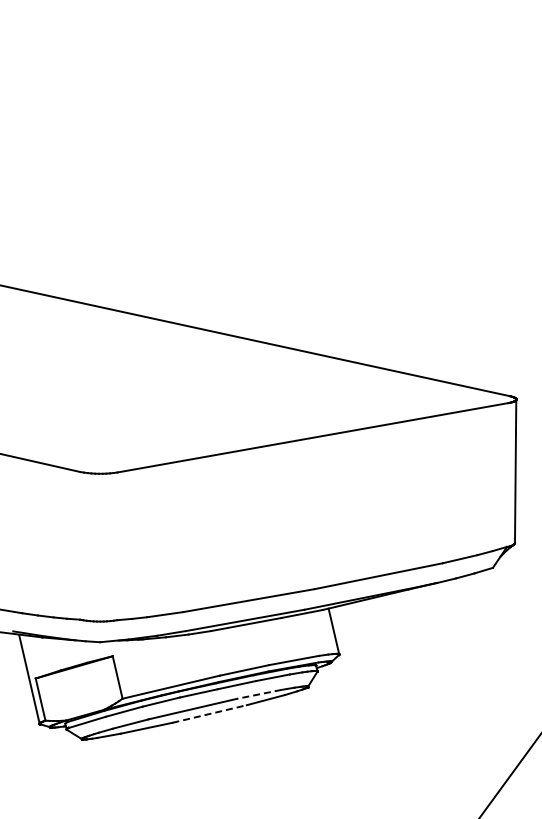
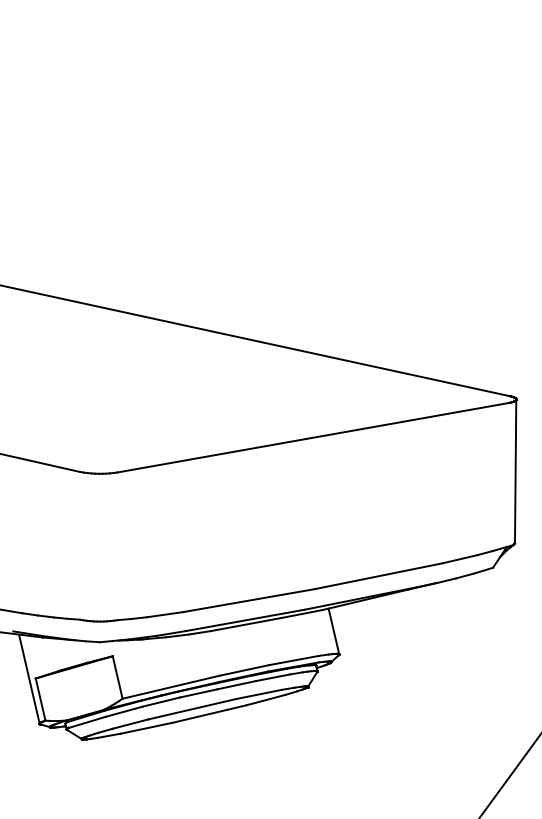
line at (259, 694): dashed -> solid
line at (210, 713): dashed -> solid
